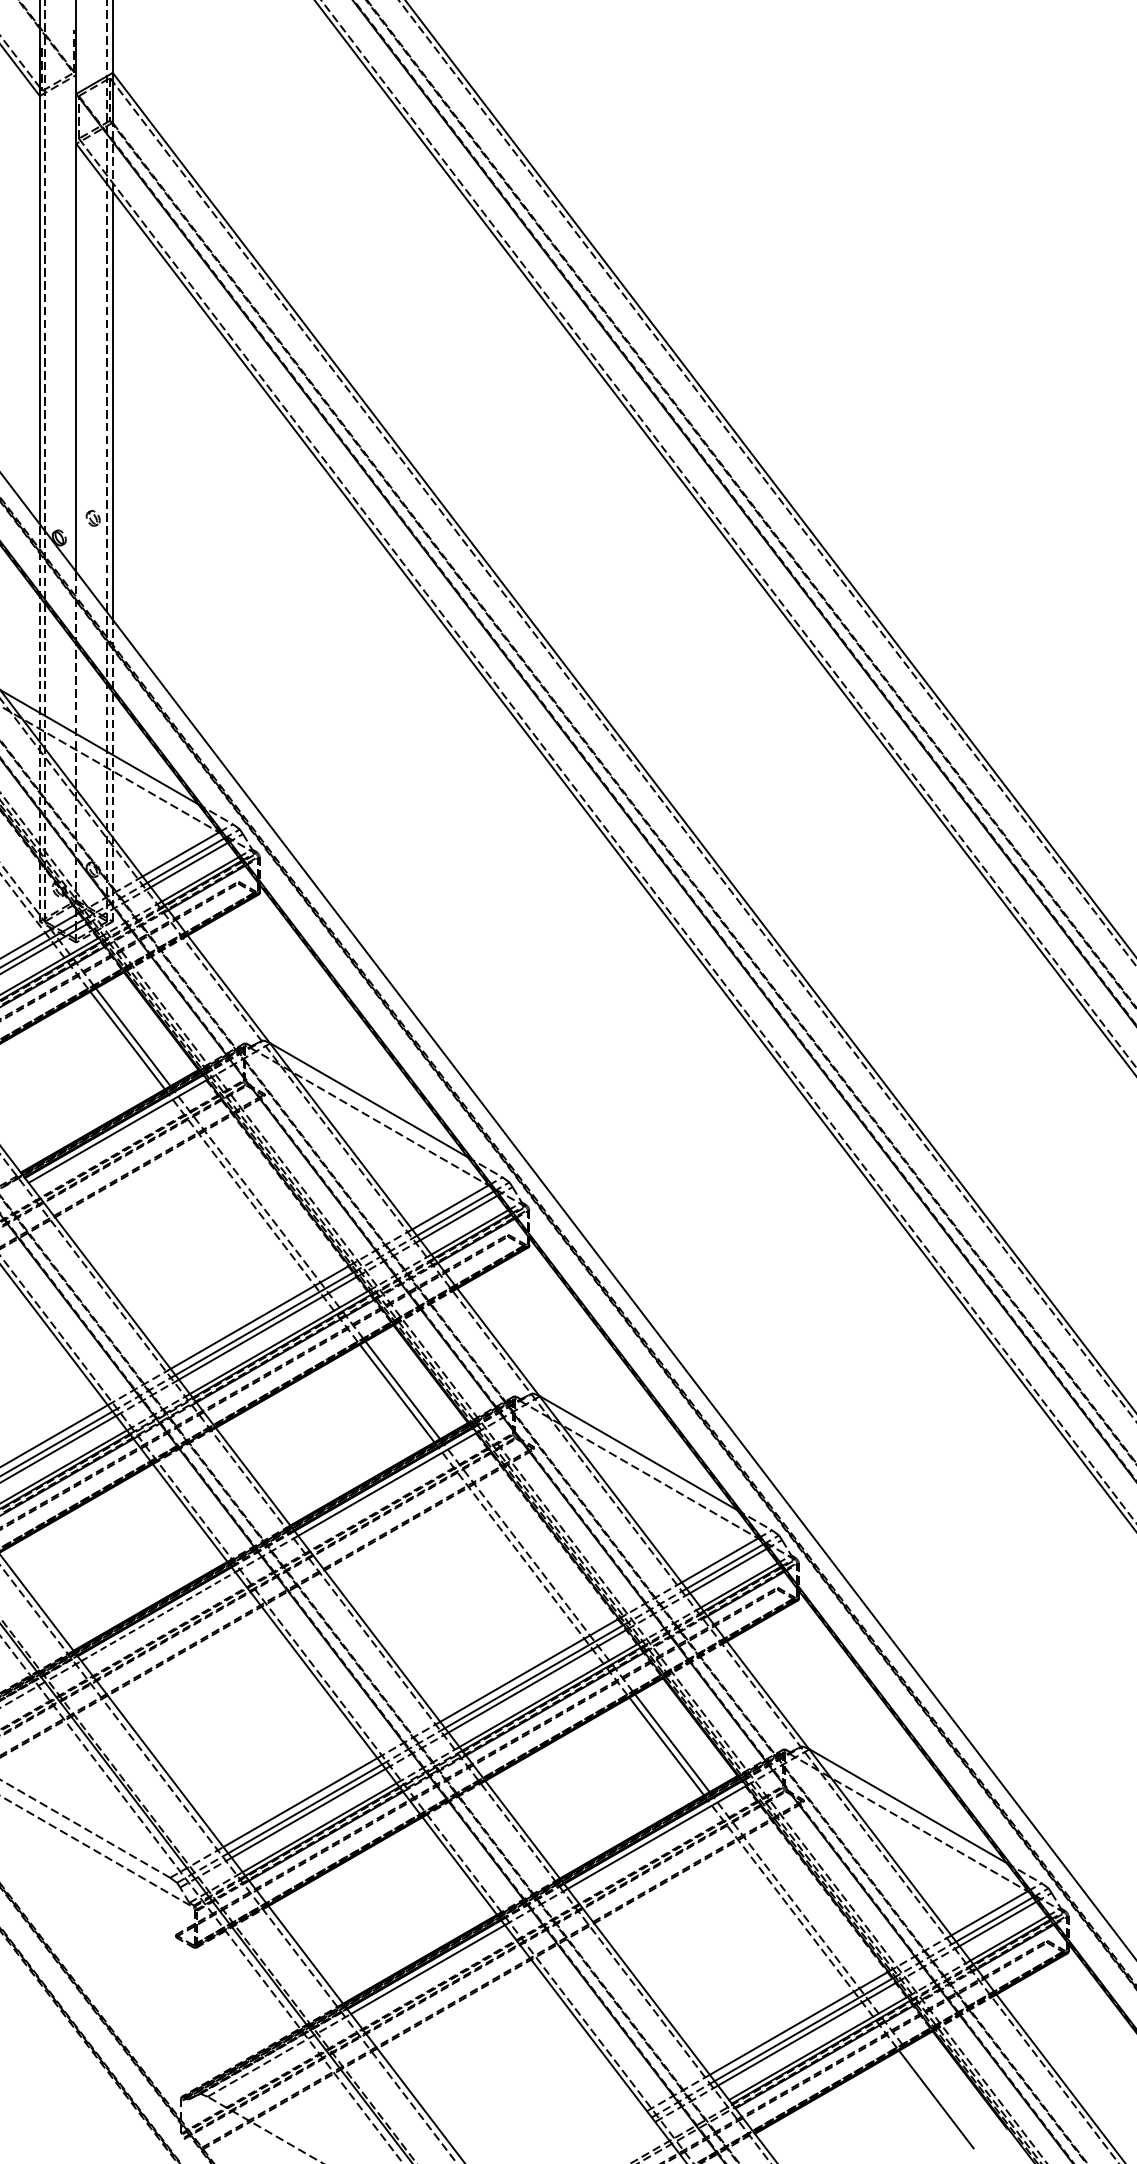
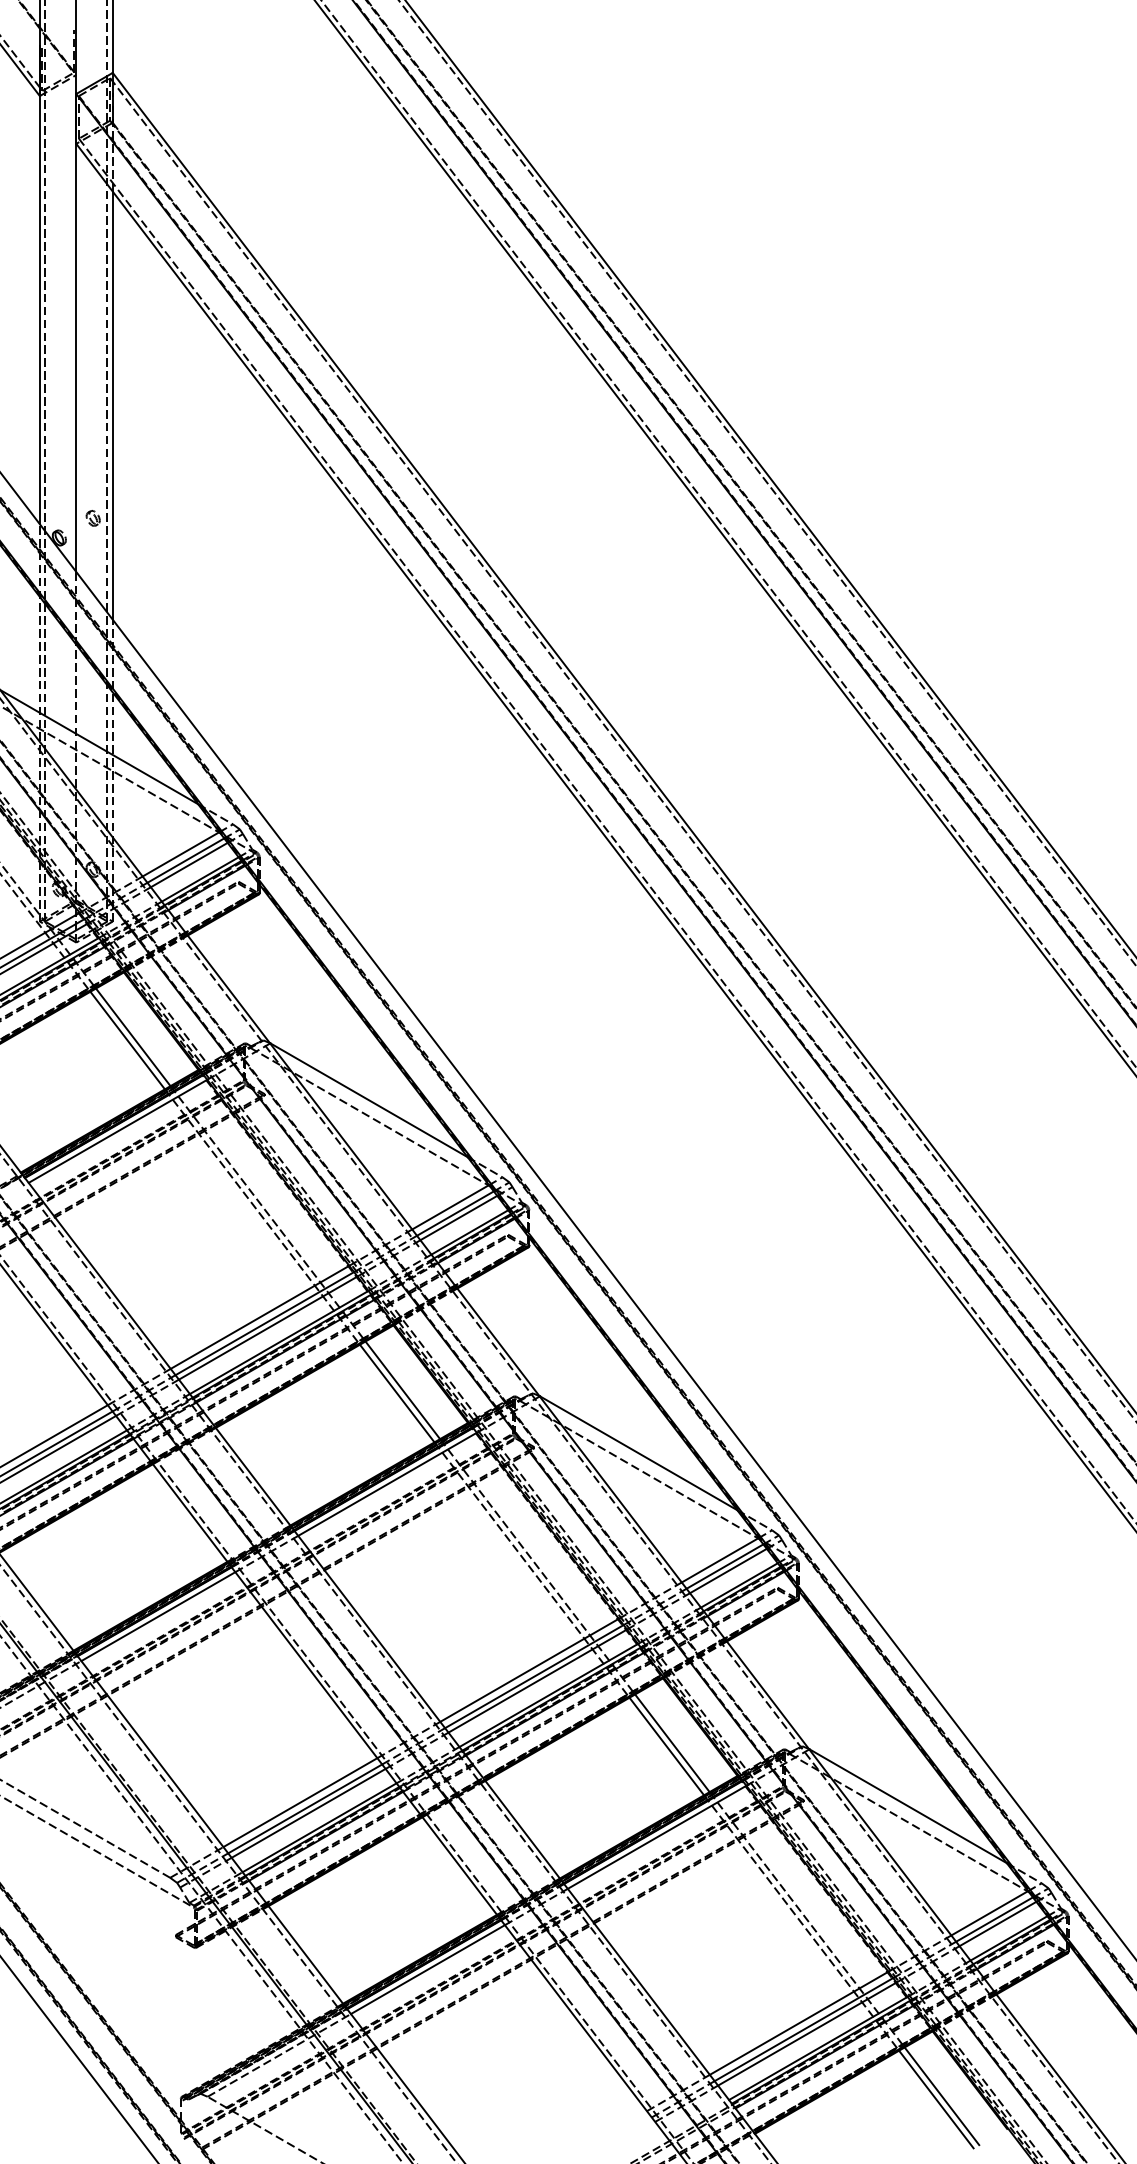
line at (158, 1616): dashed -> solid
line at (79, 2059): none -> present
line at (941, 2096): none -> present
